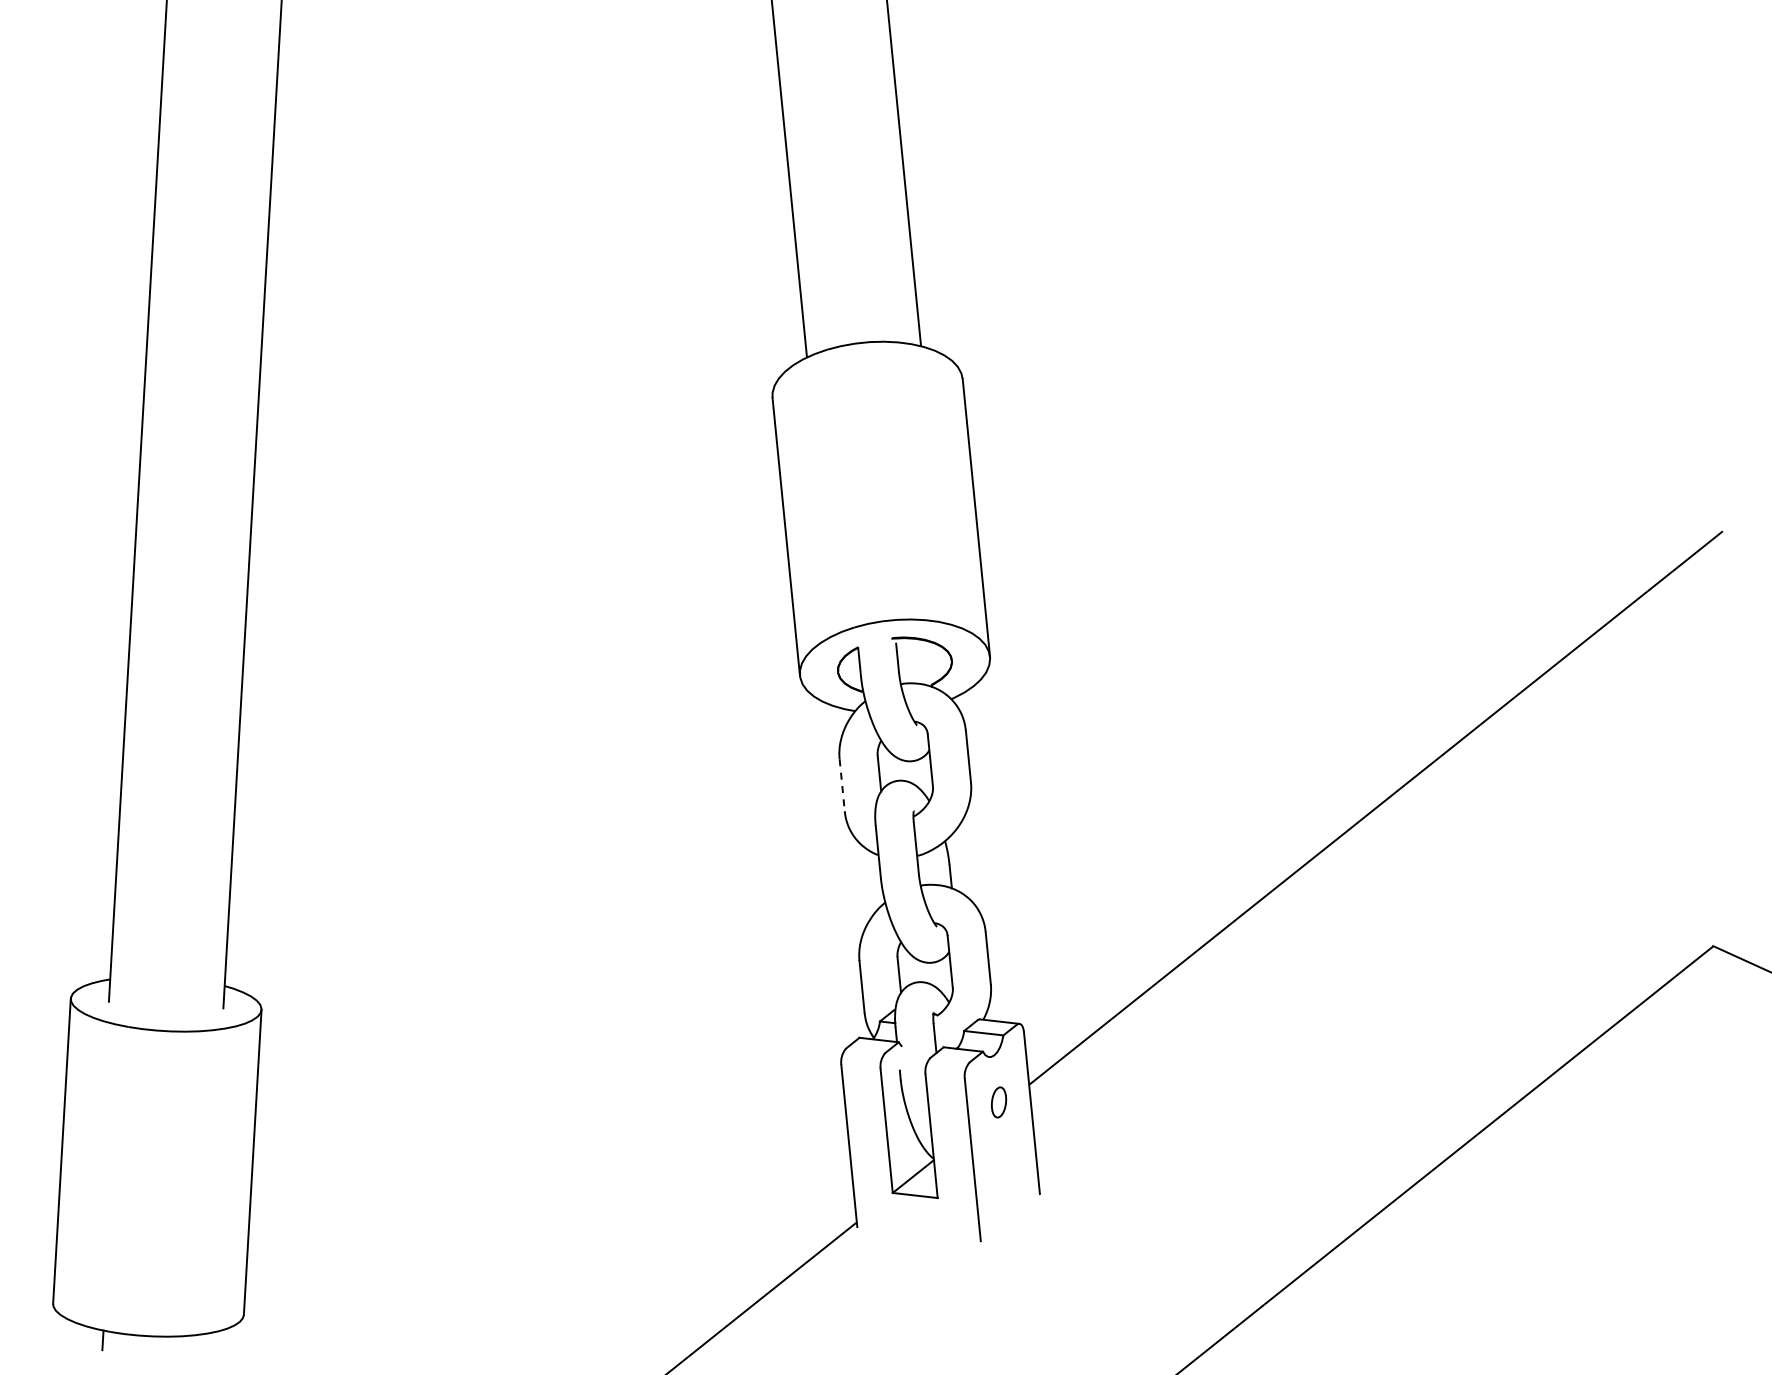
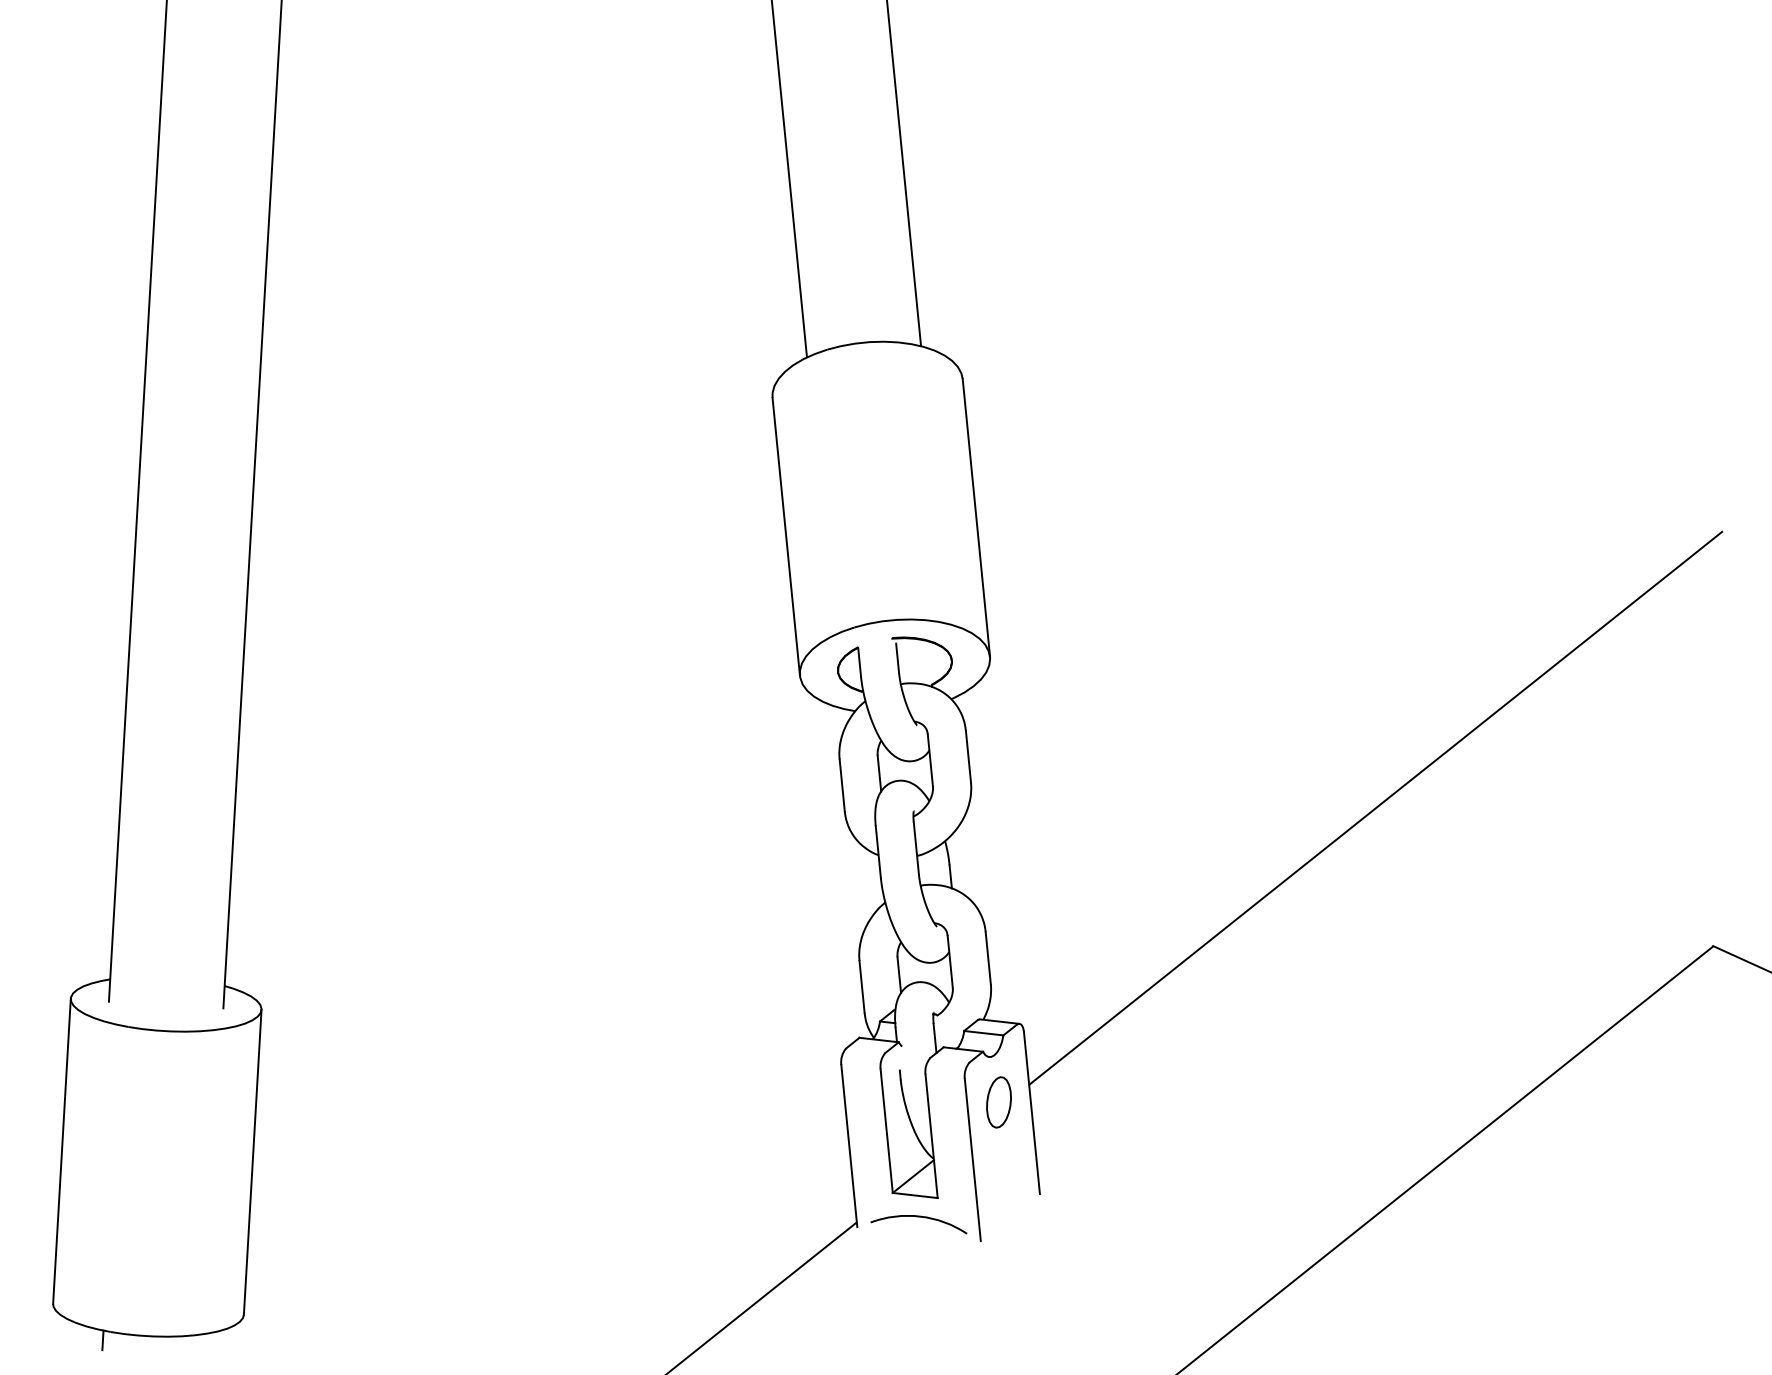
line at (842, 785): dashed -> solid
part at (999, 1102) size: 17x33 px -> 26x53 px
arc at (918, 1217): none -> present
